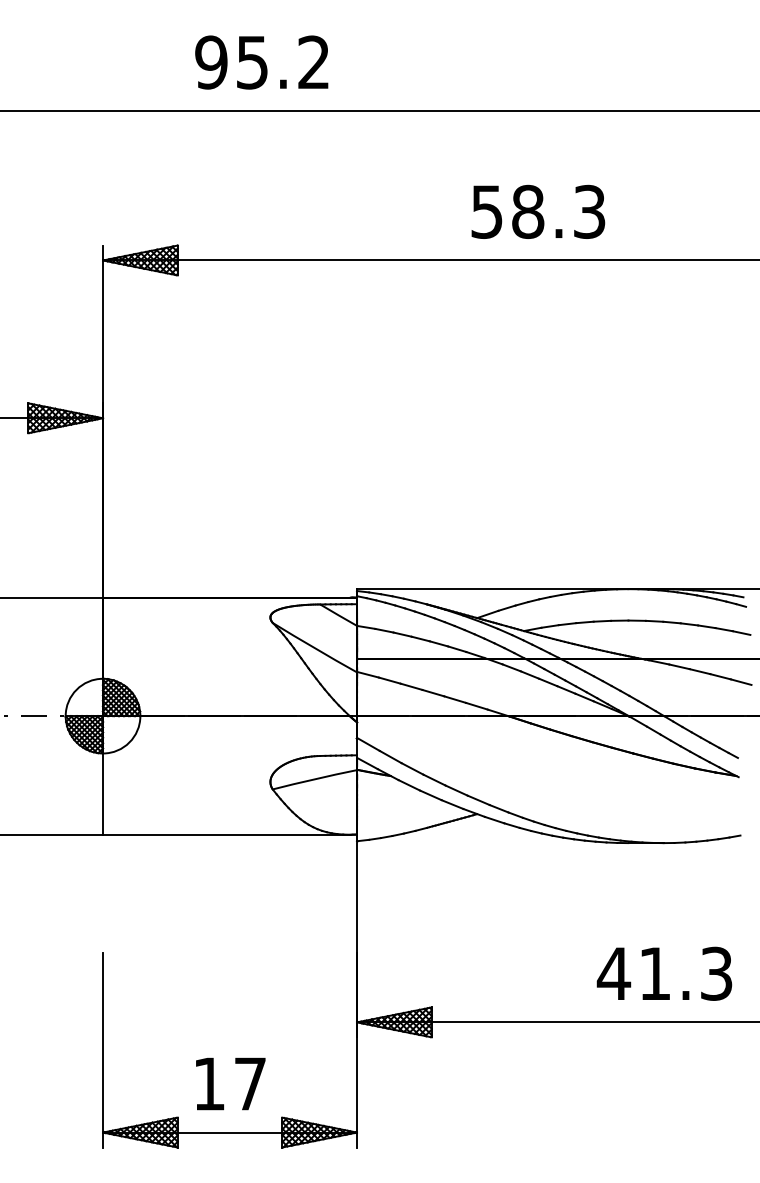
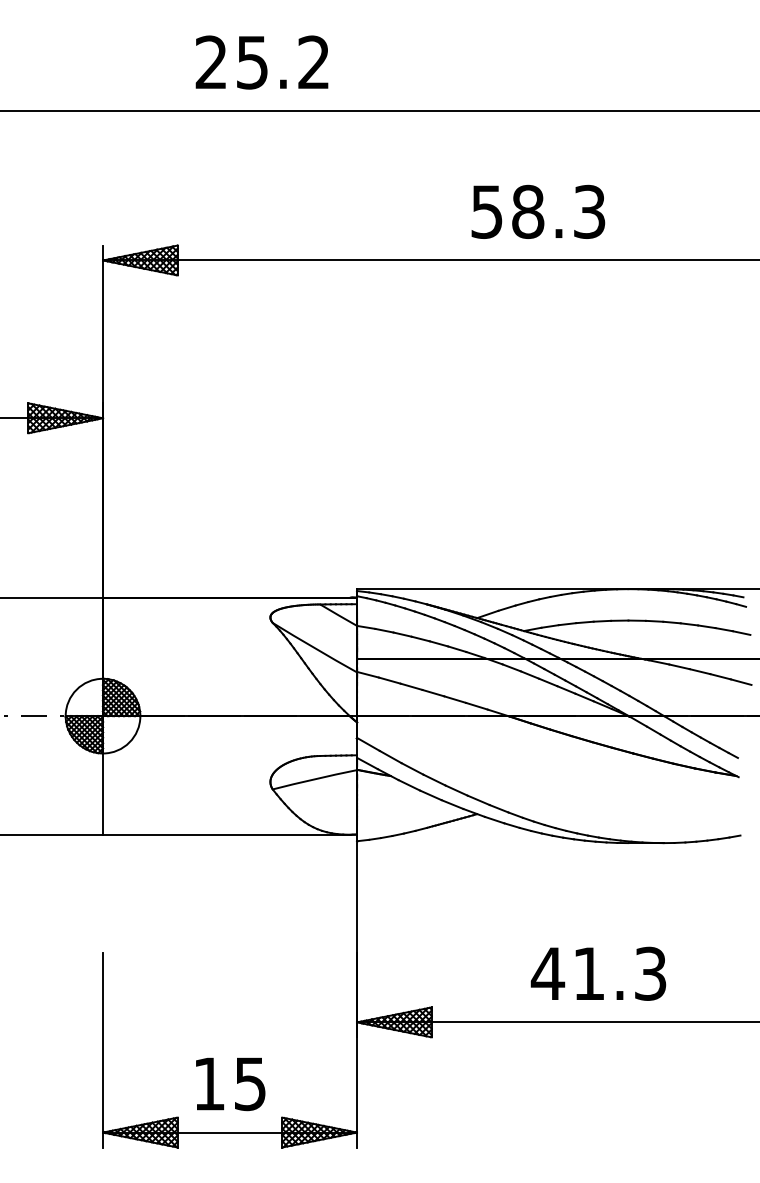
text at (211, 62): 95.2 -> 25.2
text at (664, 973) position: (664, 973) -> (598, 973)
text at (250, 1084): 17 -> 15
